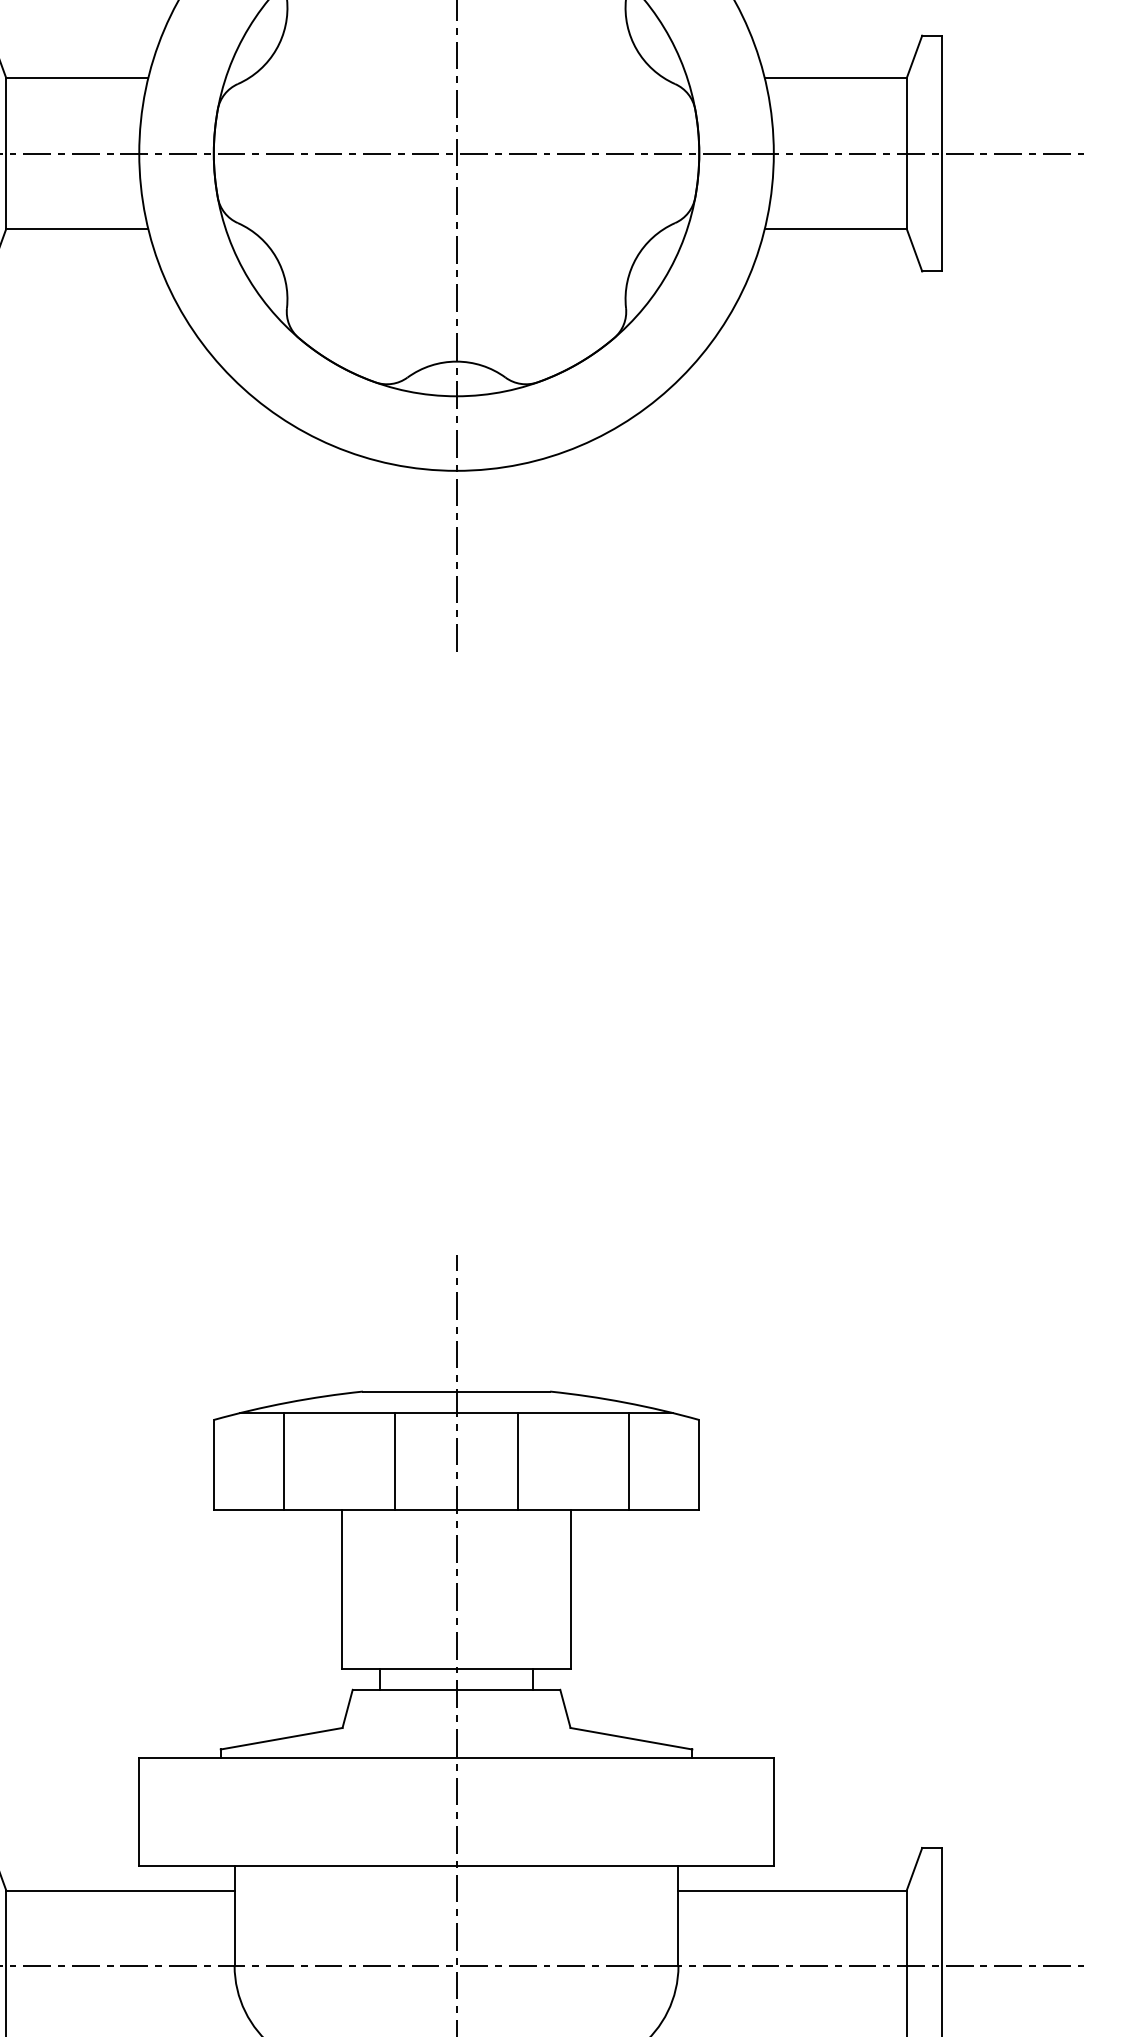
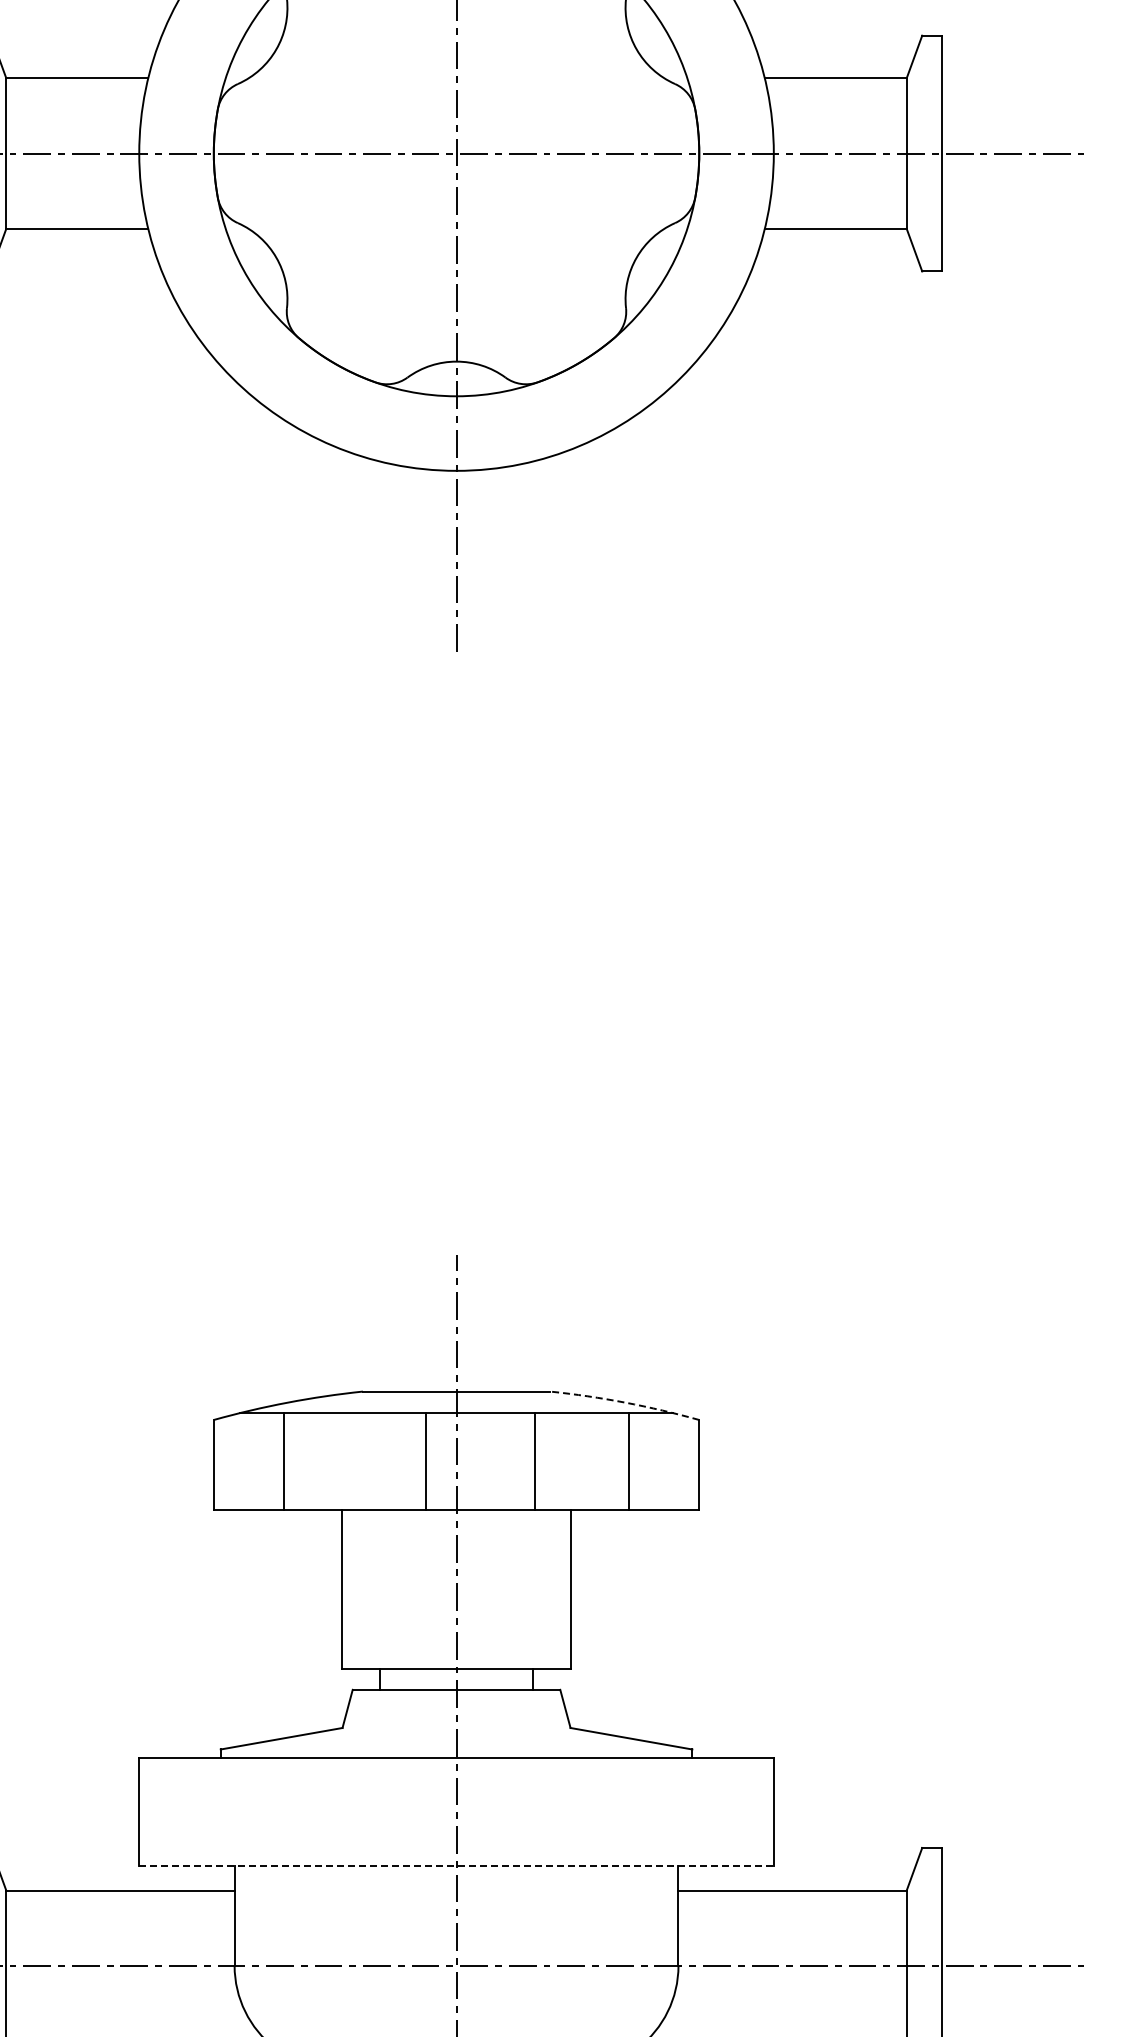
arc at (625, 1402): solid -> dashed
line at (395, 1461) position: (395, 1461) -> (426, 1461)
line at (517, 1461) position: (517, 1461) -> (534, 1461)
line at (457, 1865): solid -> dashed
